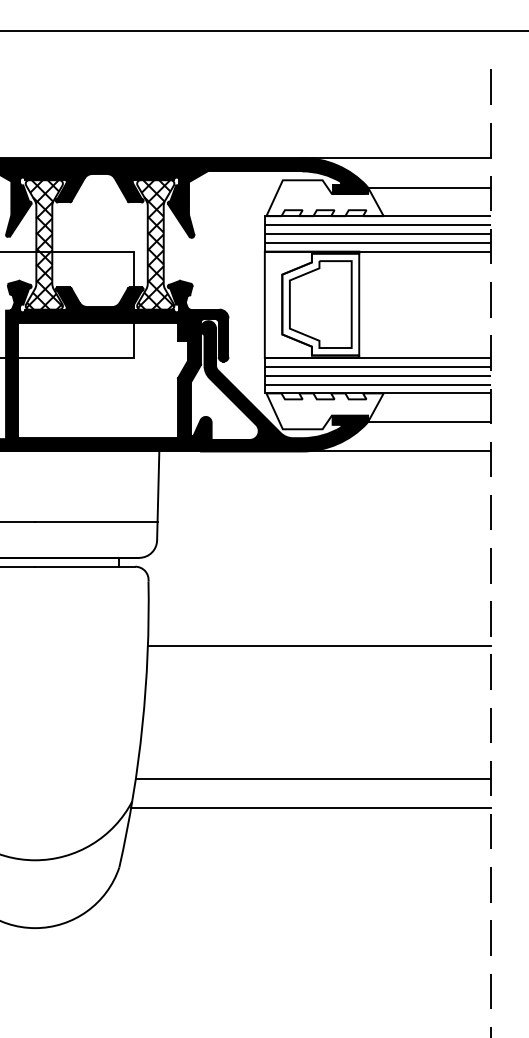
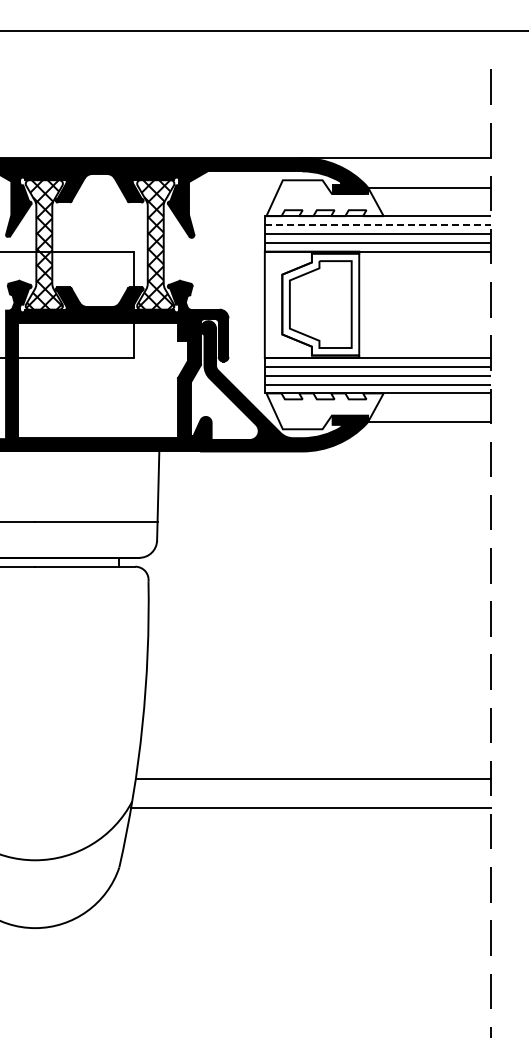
line at (378, 225): solid -> dashed
line at (396, 451): present -> none
line at (318, 646): present -> none
